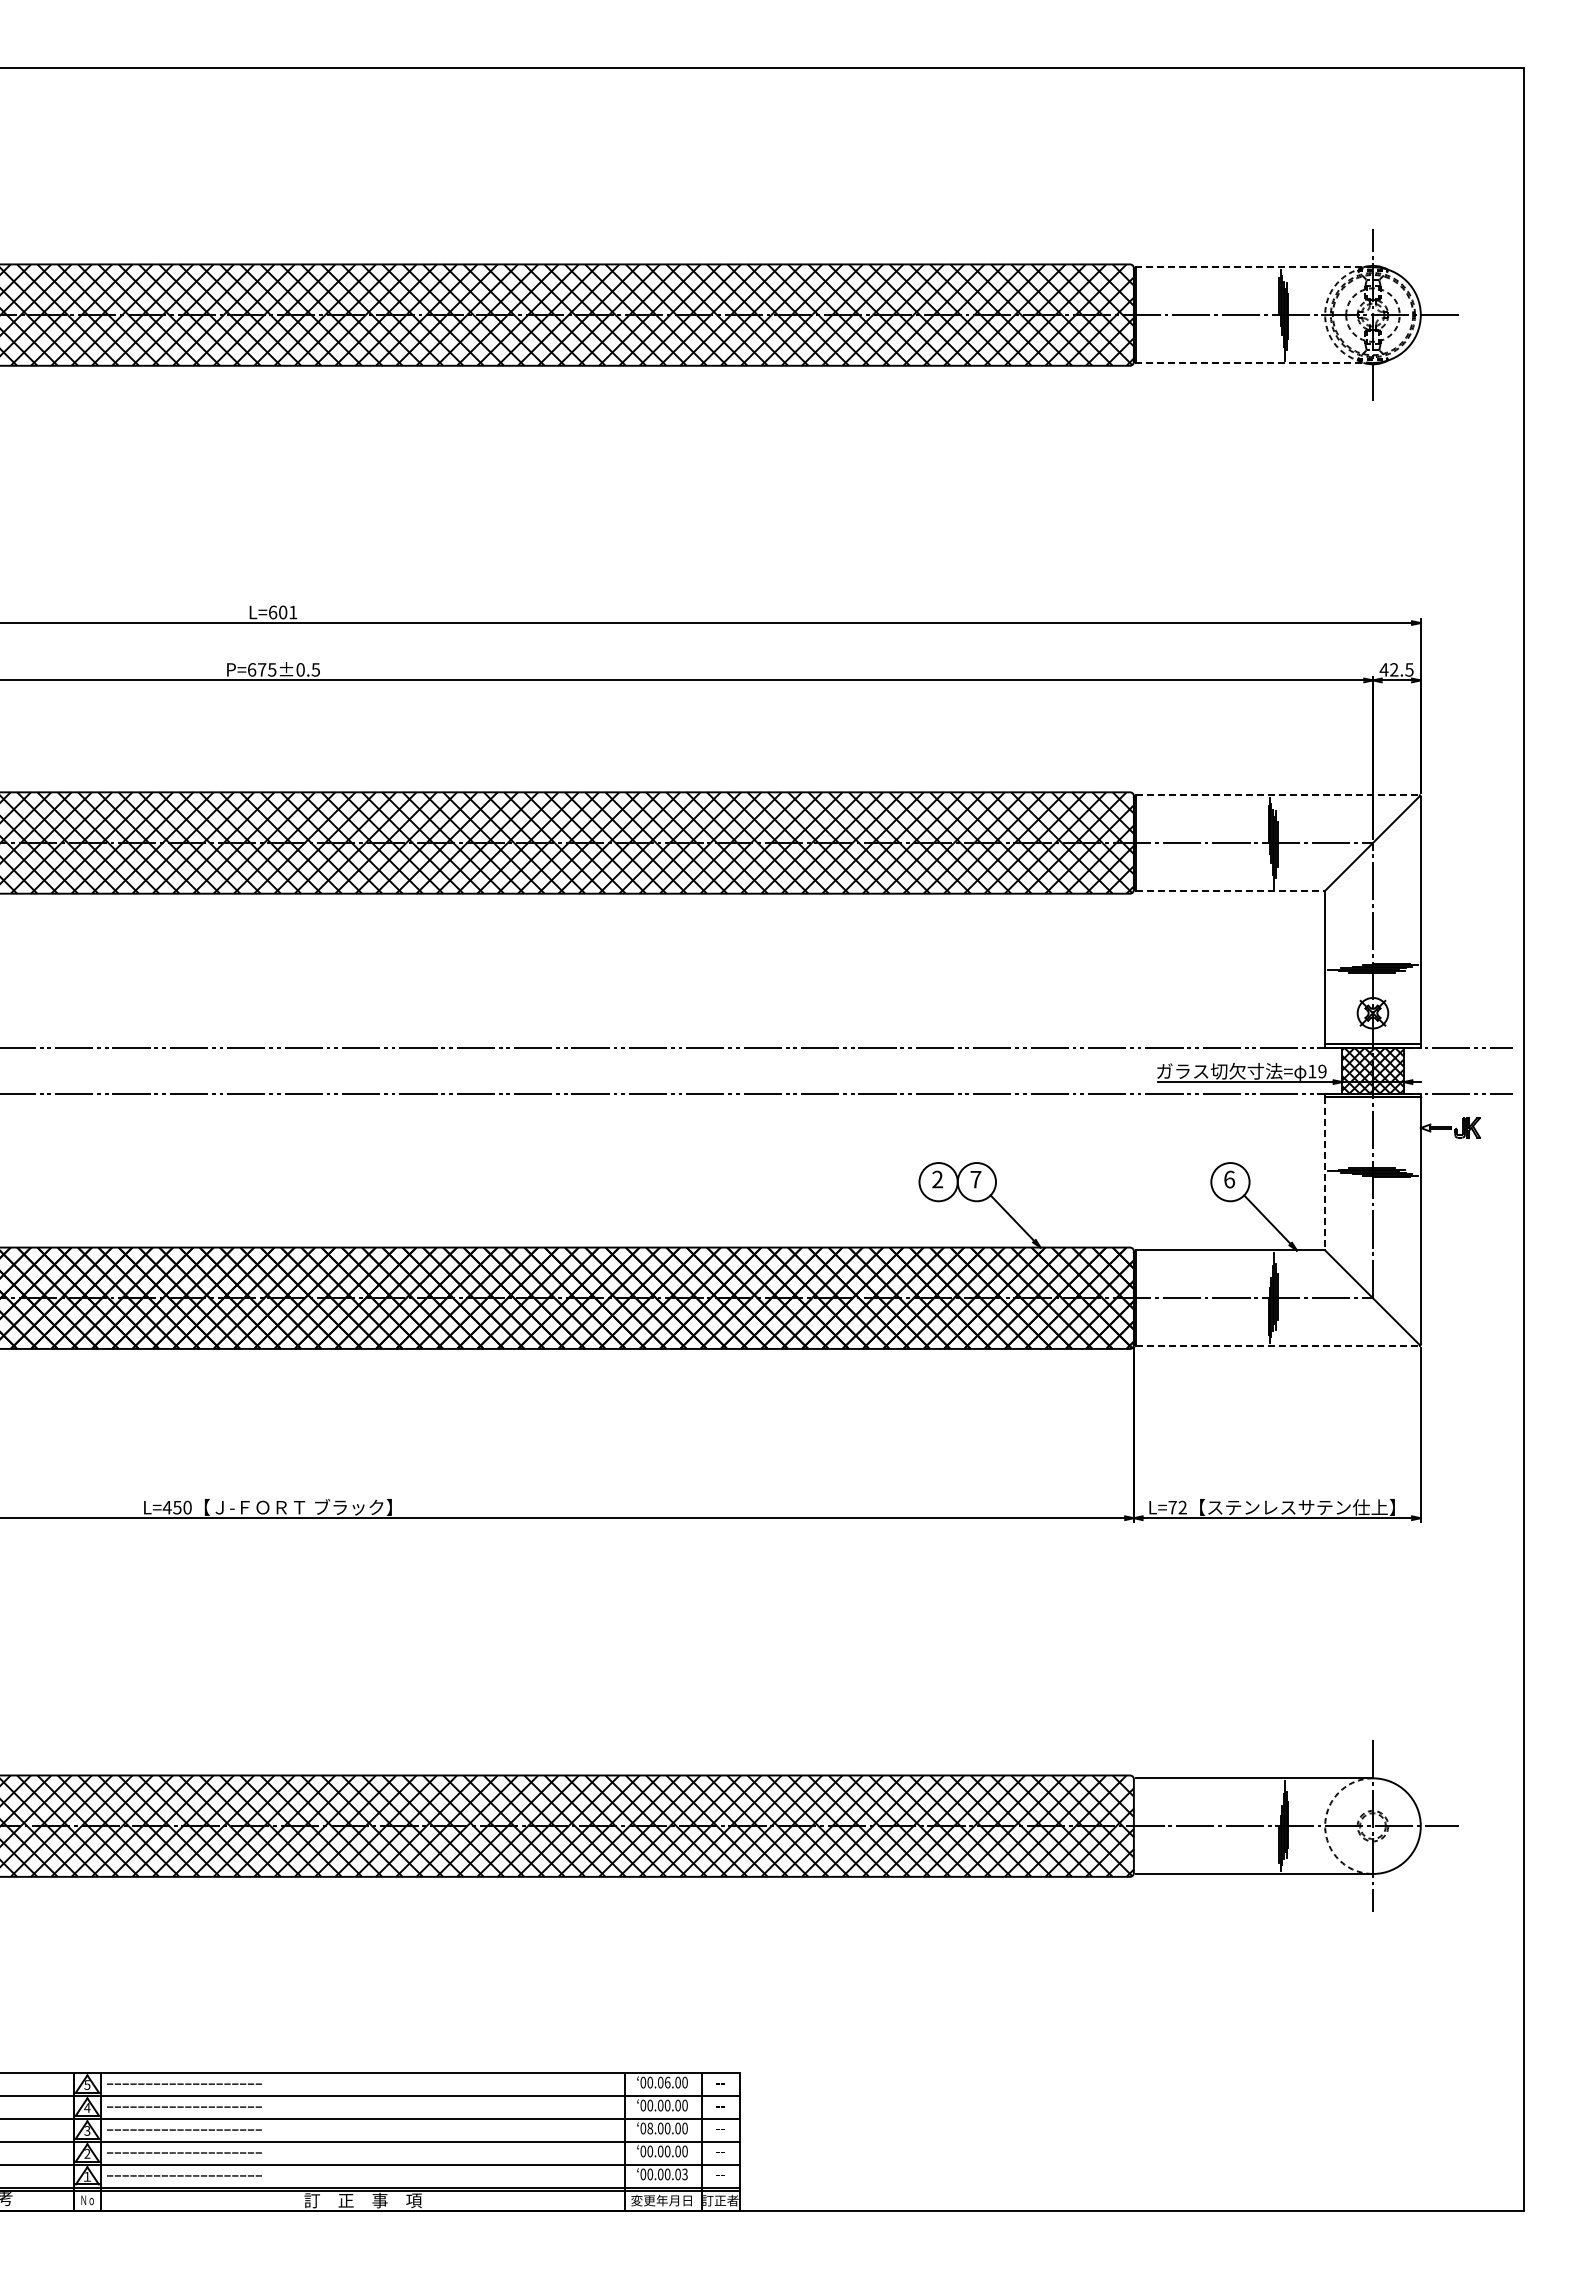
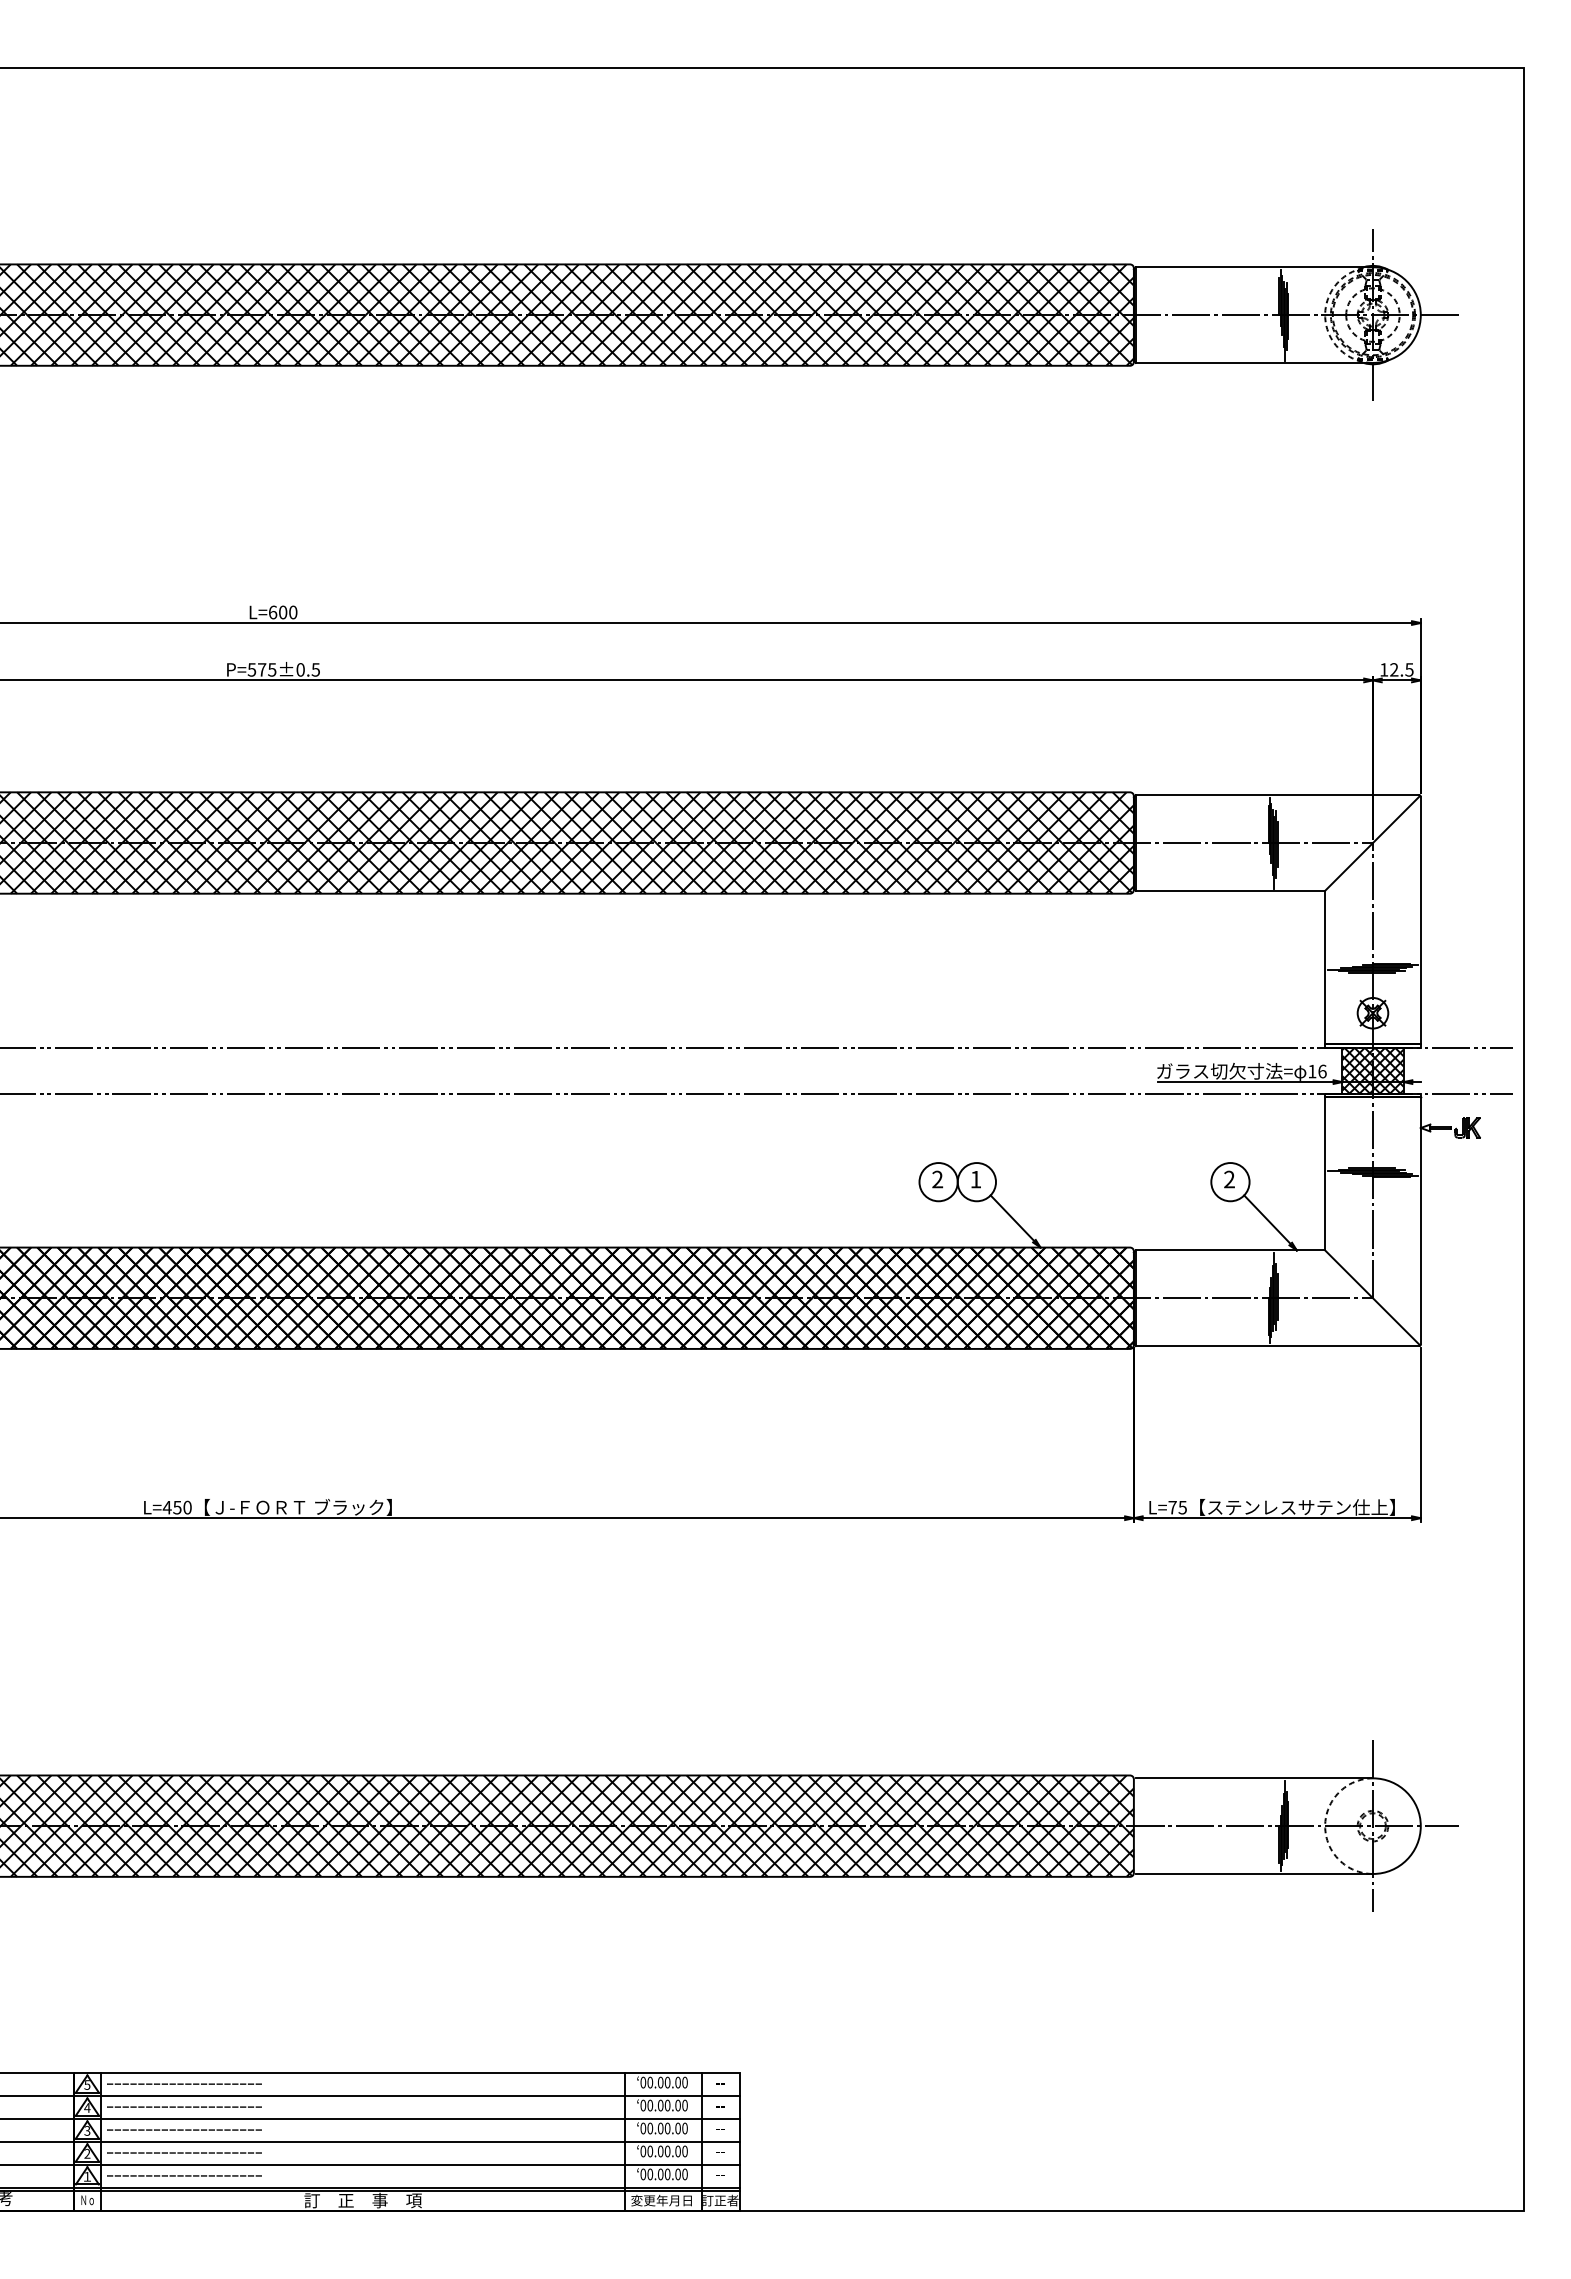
line at (1254, 267): dashed -> solid
line at (1254, 362): dashed -> solid
text at (293, 612): L=601 -> L=600
text at (251, 669): P=675±0.5 -> P=575±0.5
text at (1383, 669): 42.5 -> 12.5
line at (1277, 795): dashed -> solid
line at (1230, 890): dashed -> solid
text at (1322, 1071): 19 -> 16
line at (1325, 1173): dashed -> solid
text at (975, 1179): 7 -> 1
text at (1229, 1179): 6 -> 2
line at (1277, 1346): dashed -> solid
text at (1182, 1507): L=72 -> L=75
text at (667, 2082): 00.06.00 -> 00.00.00
text at (650, 2128): 08.00.00 -> 00.00.00
text at (684, 2174): 00.00.03 -> 00.00.00
